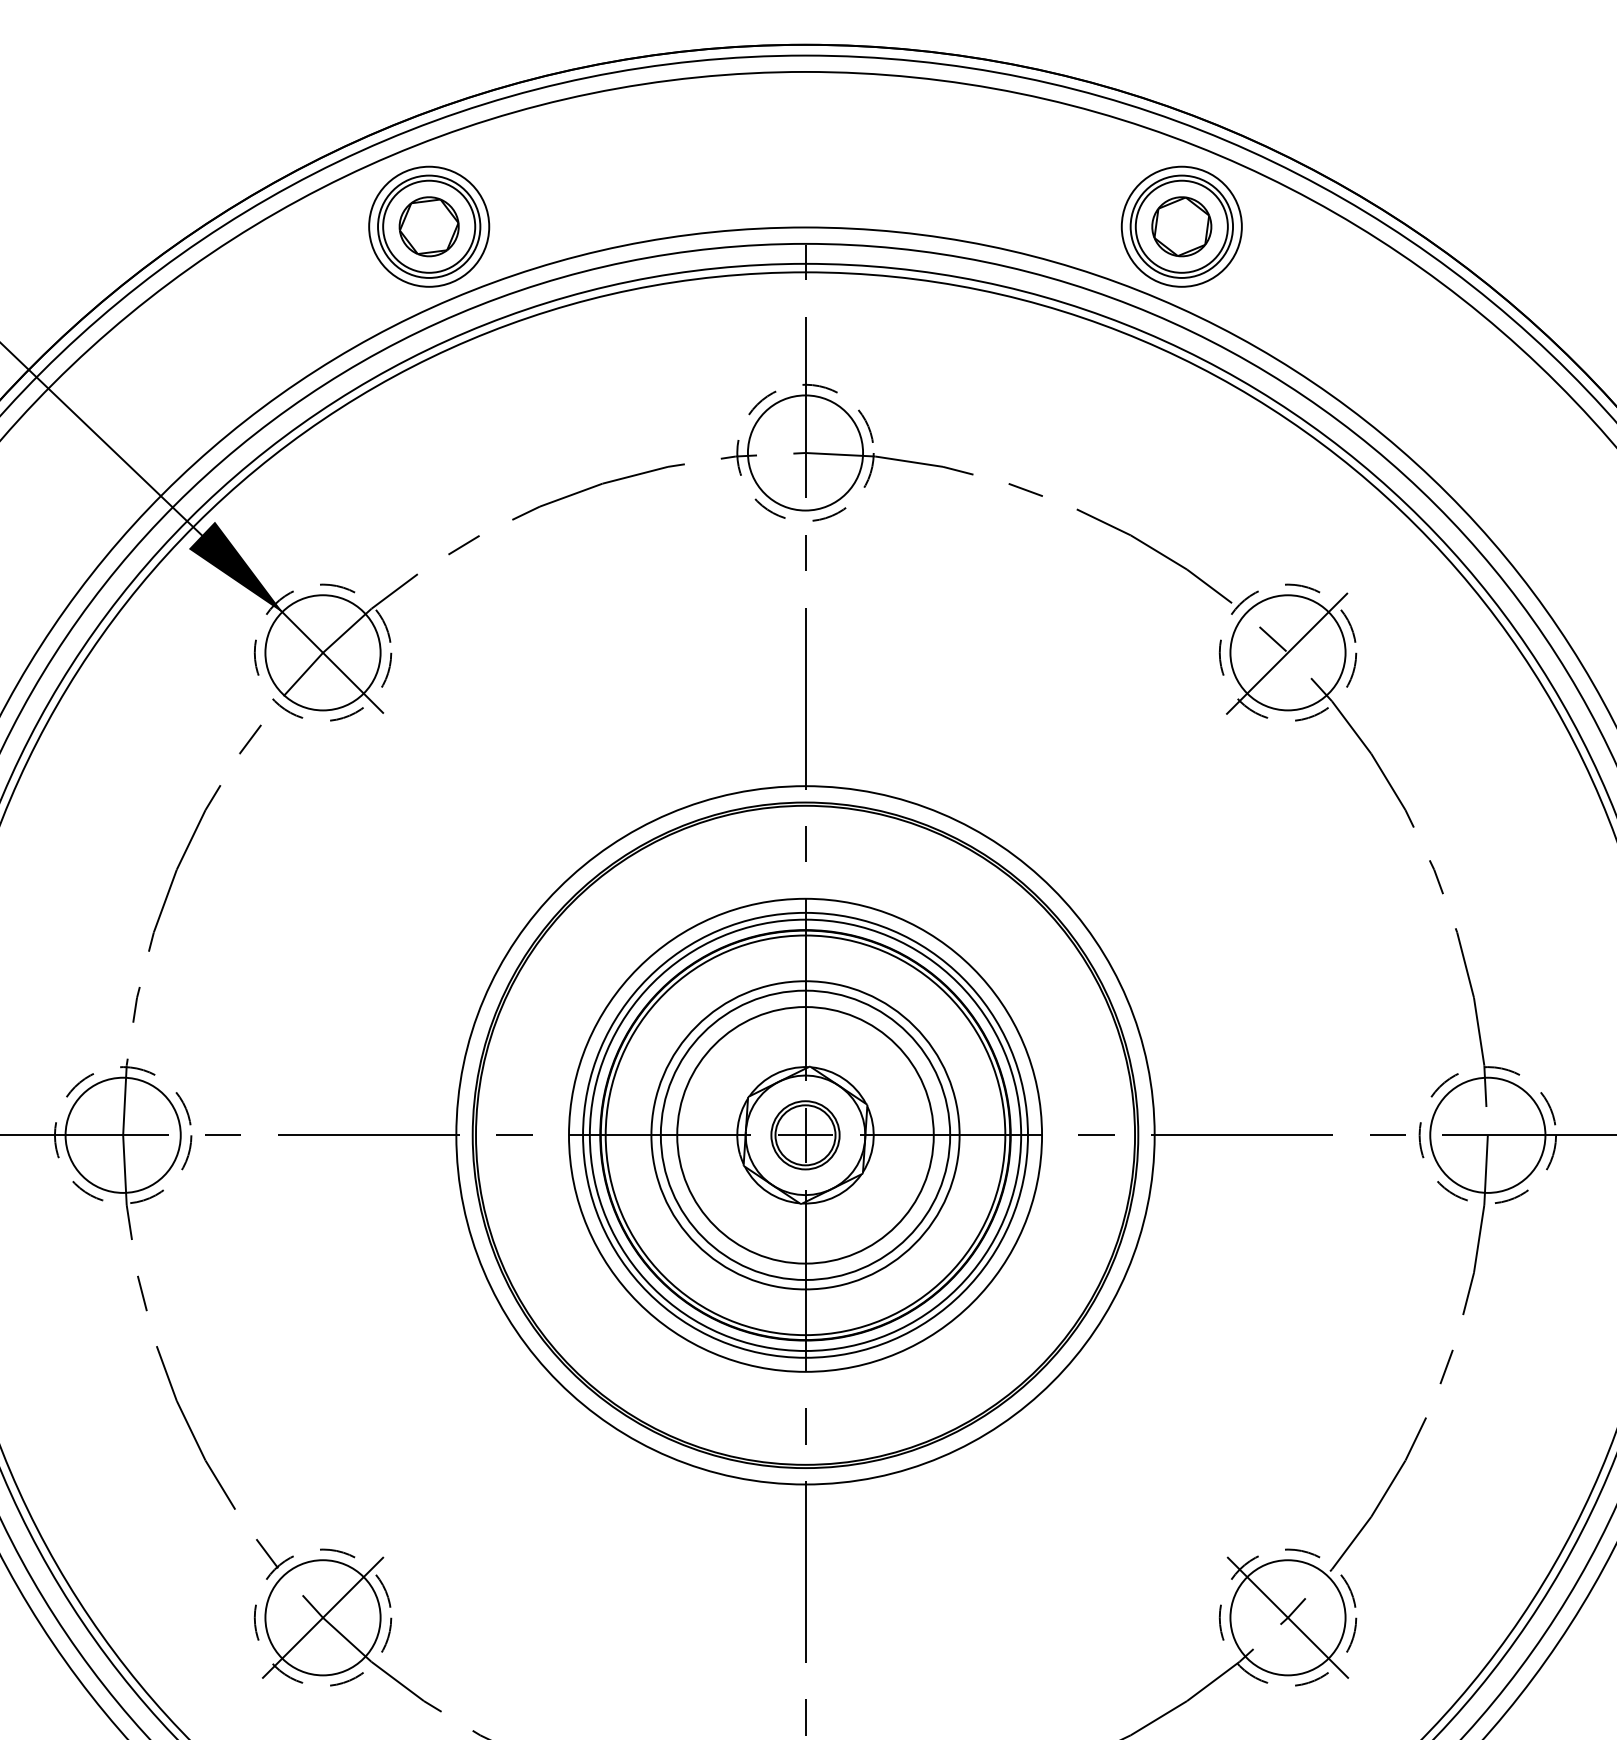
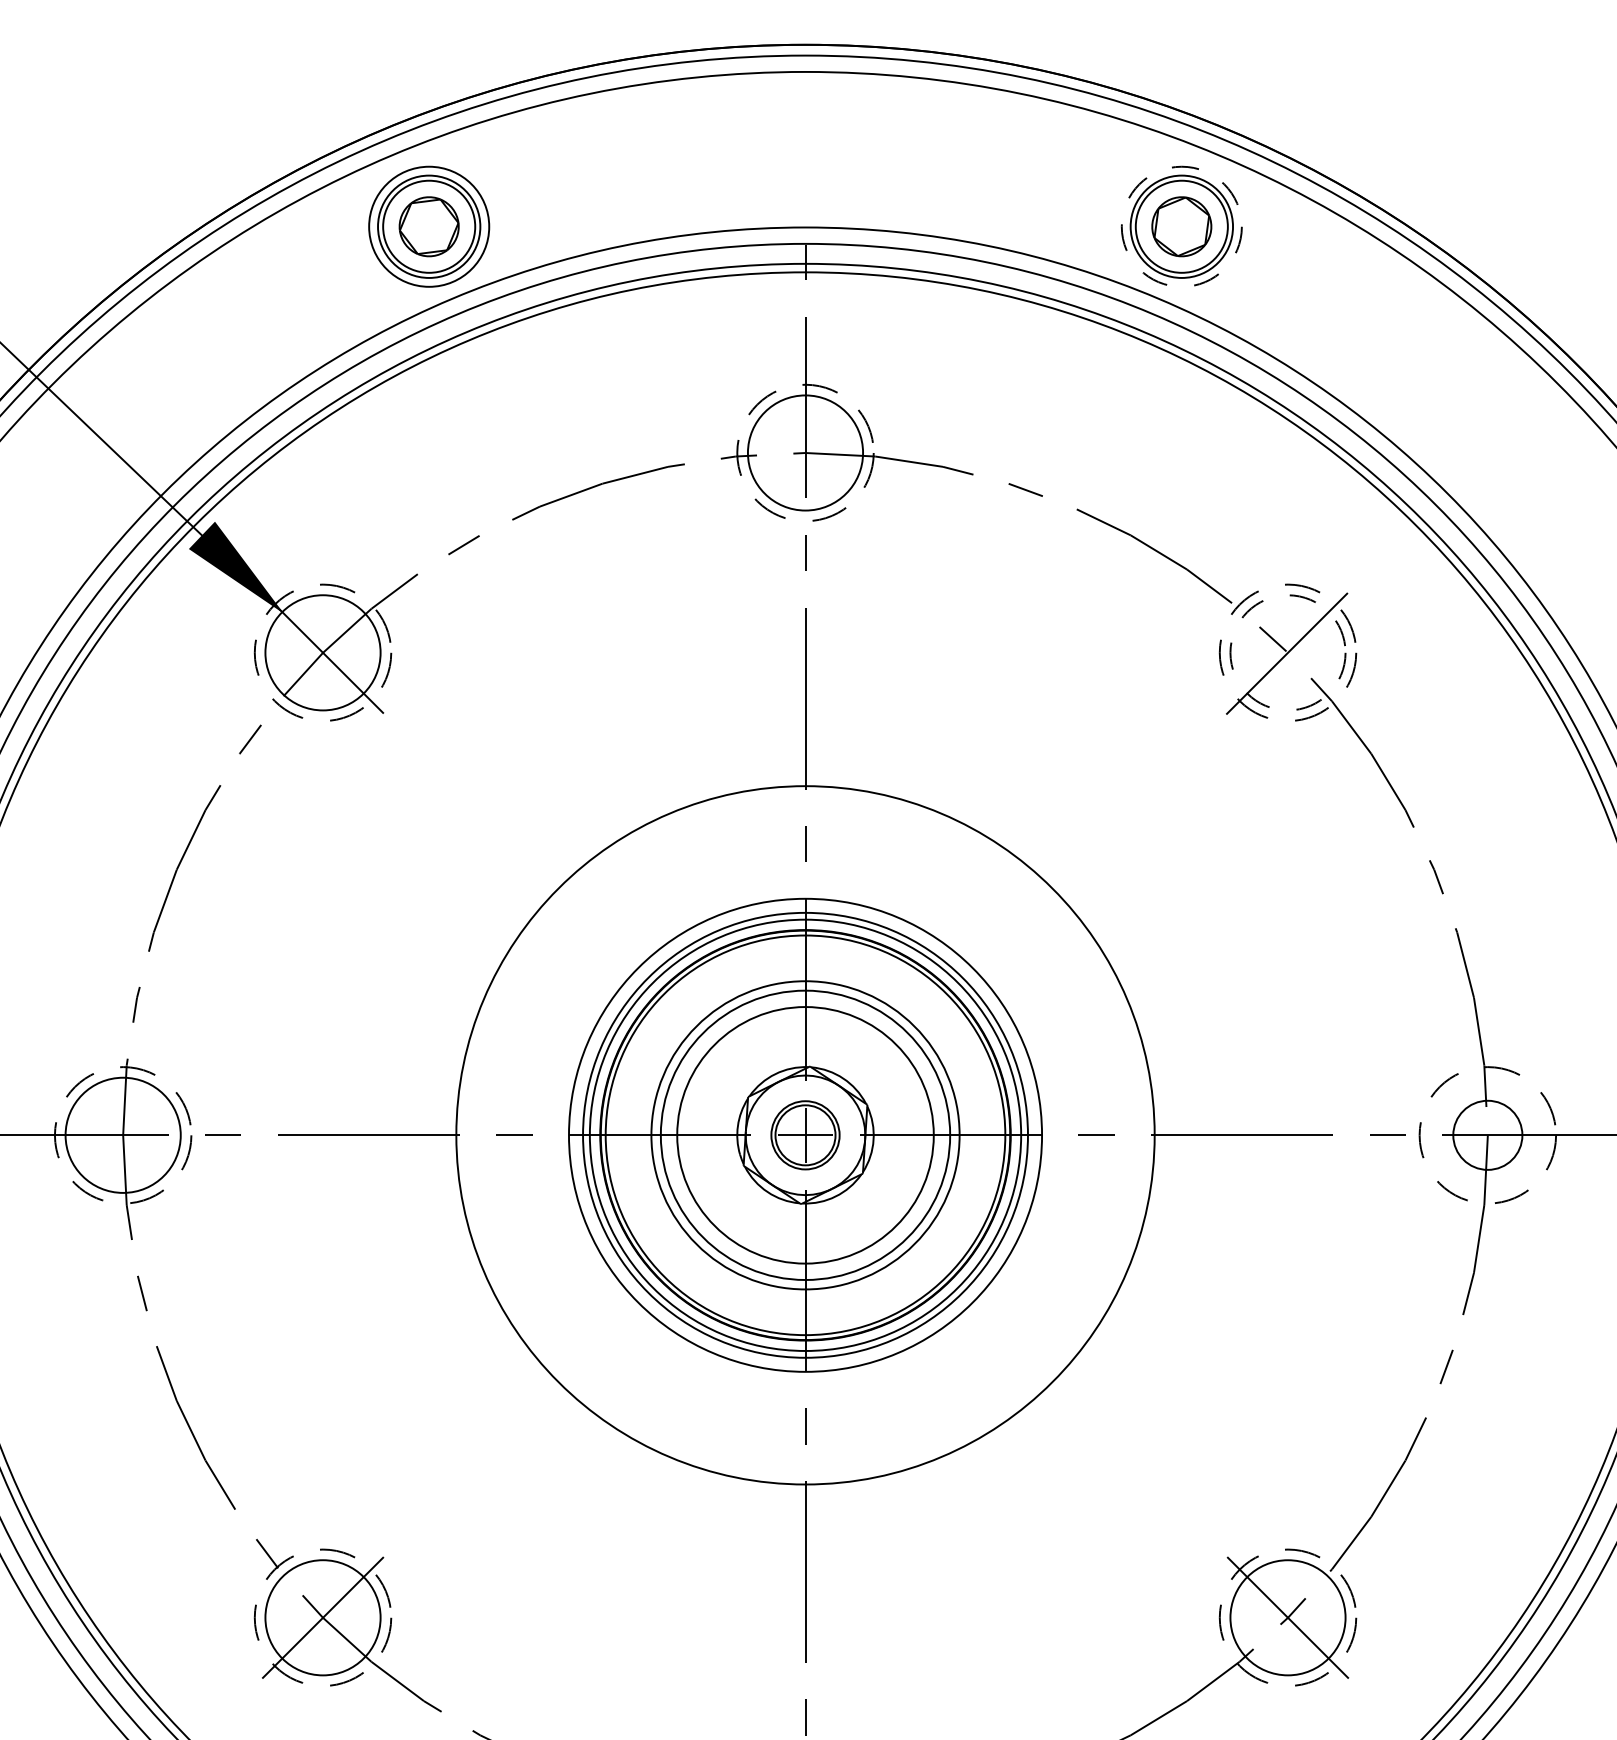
circle at (1181, 226): solid -> dashed
circle at (1287, 652): solid -> dashed
part at (805, 1134): present -> none
circle at (1487, 1134) diameter: 115 px -> 69 px
